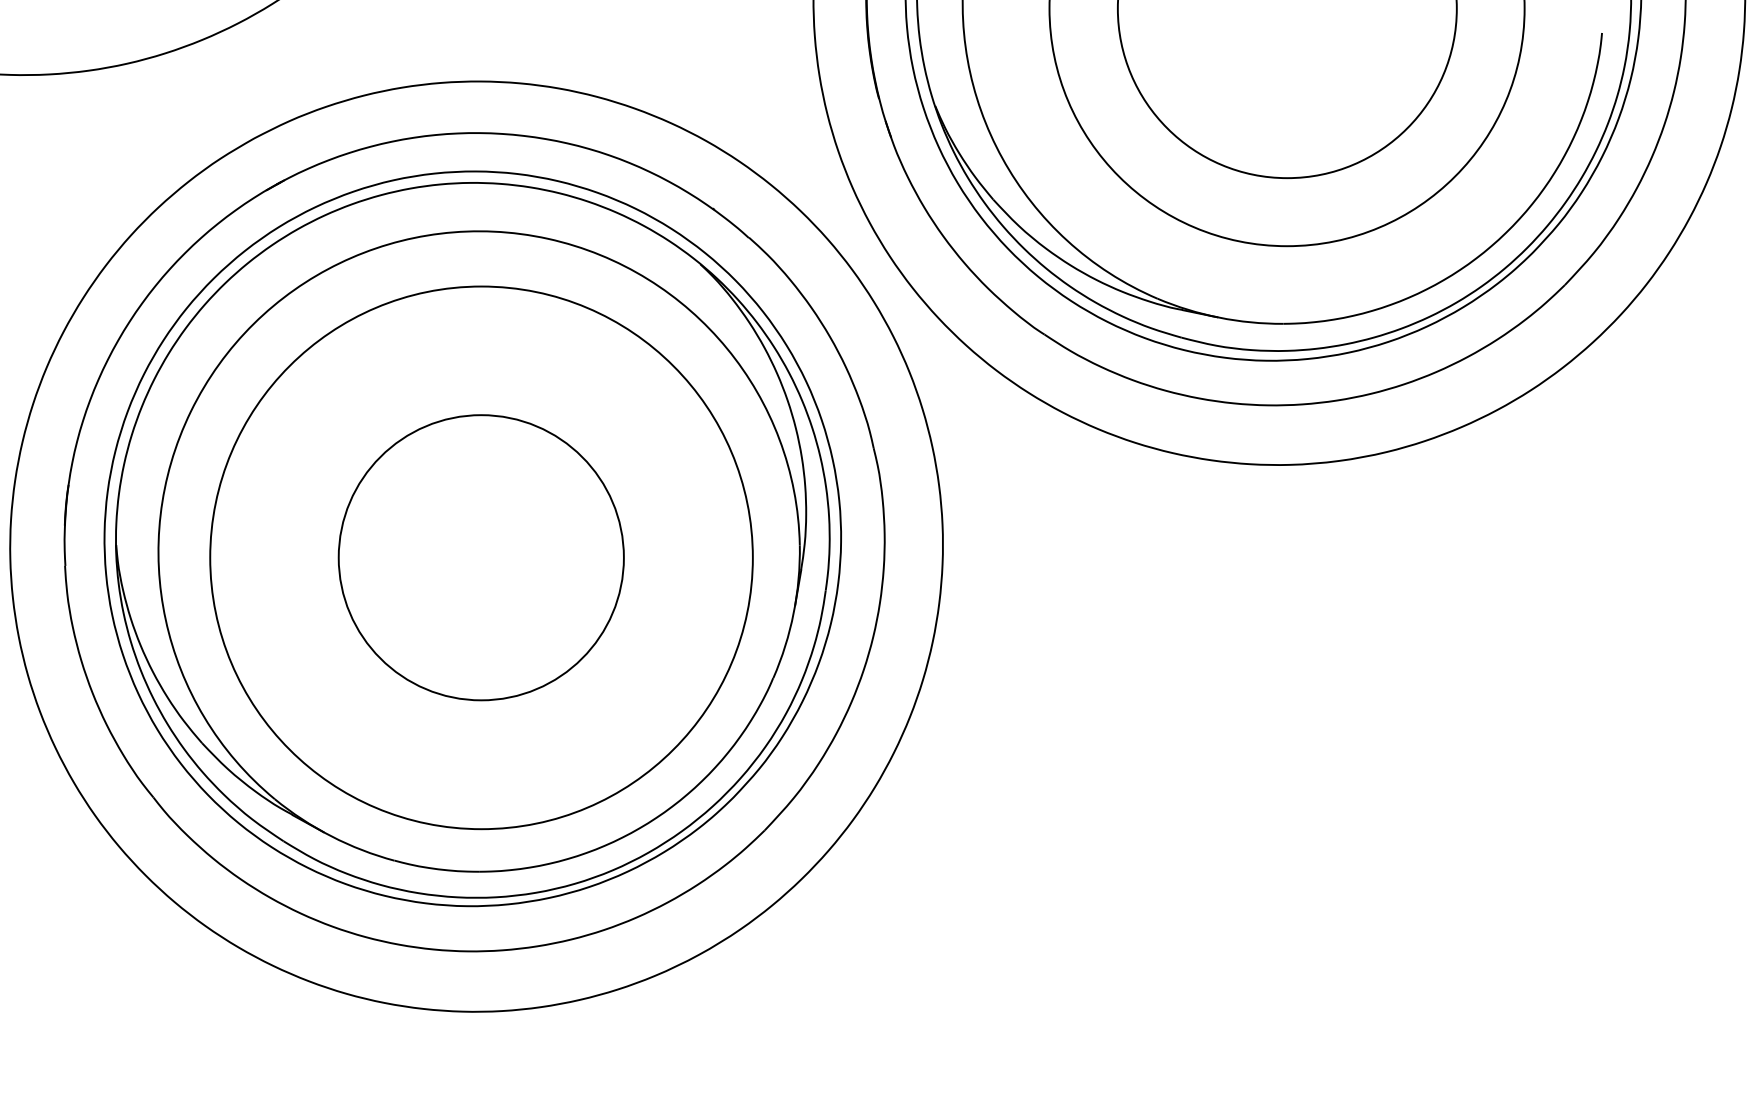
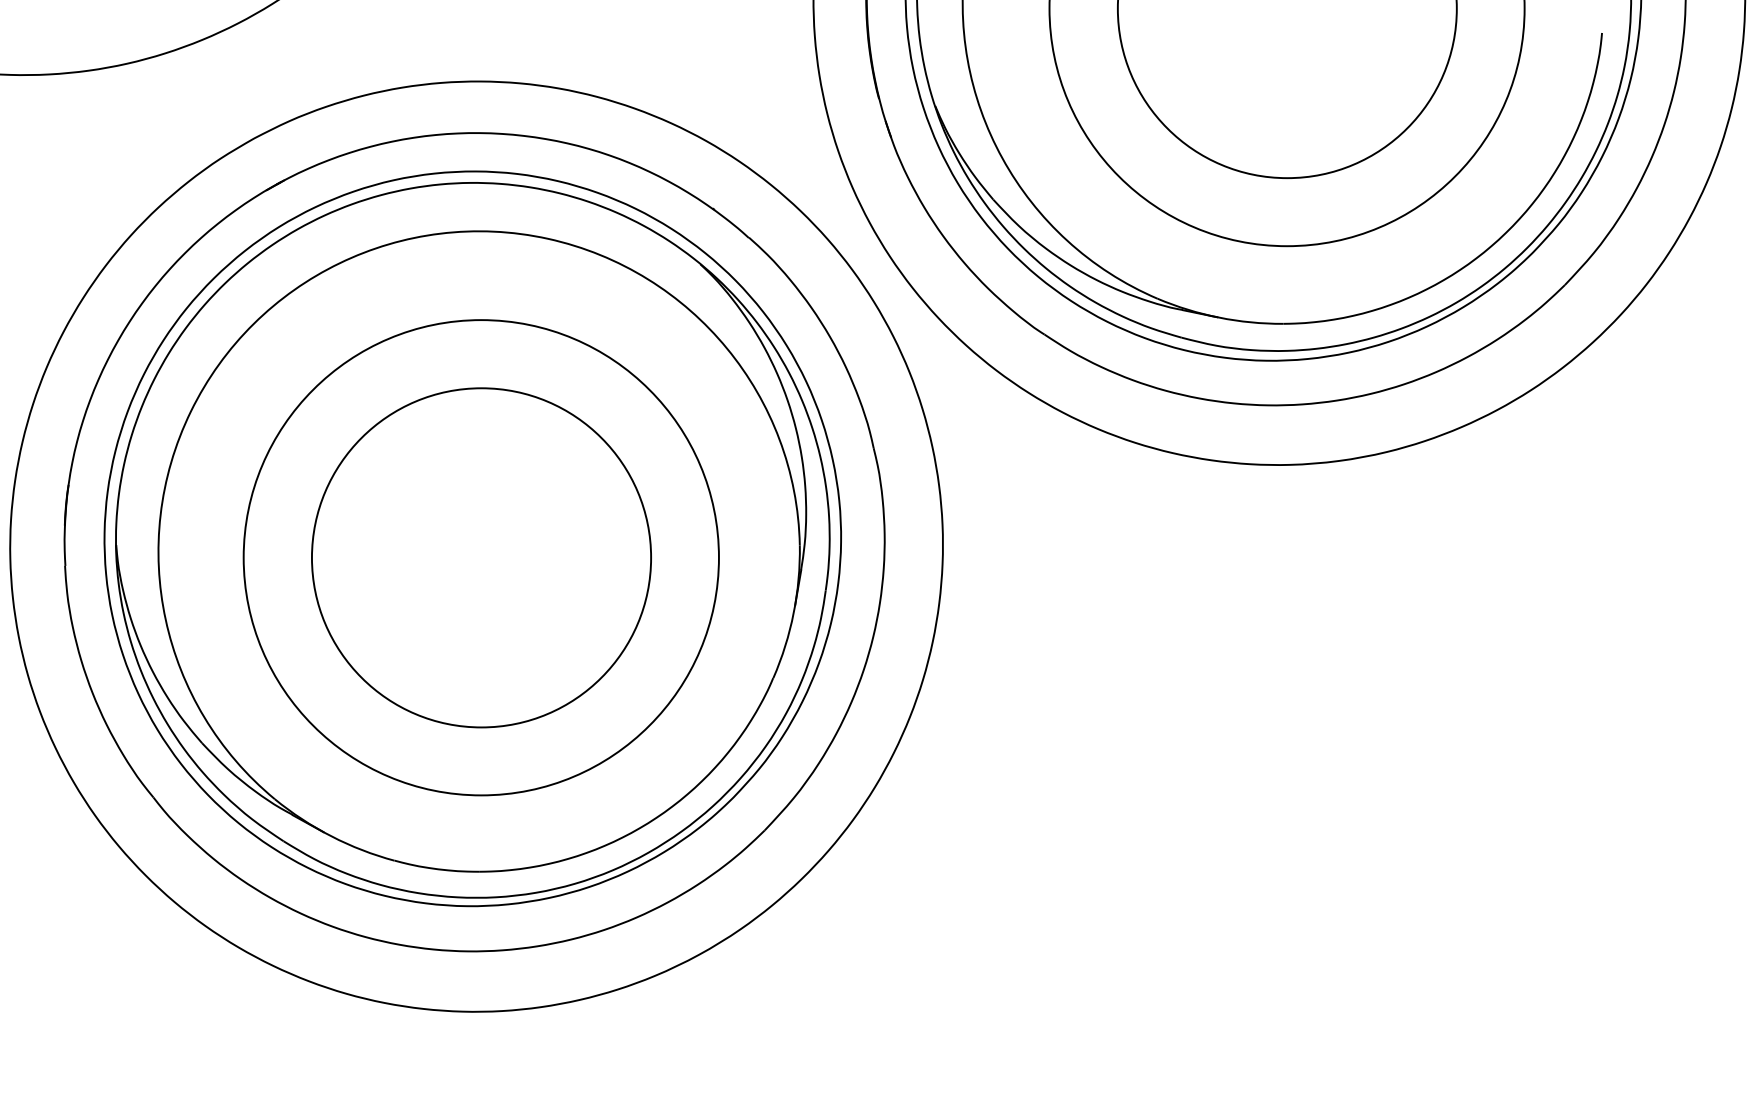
circle at (480, 557) diameter: 285 px -> 475 px
circle at (481, 557) diameter: 543 px -> 339 px
